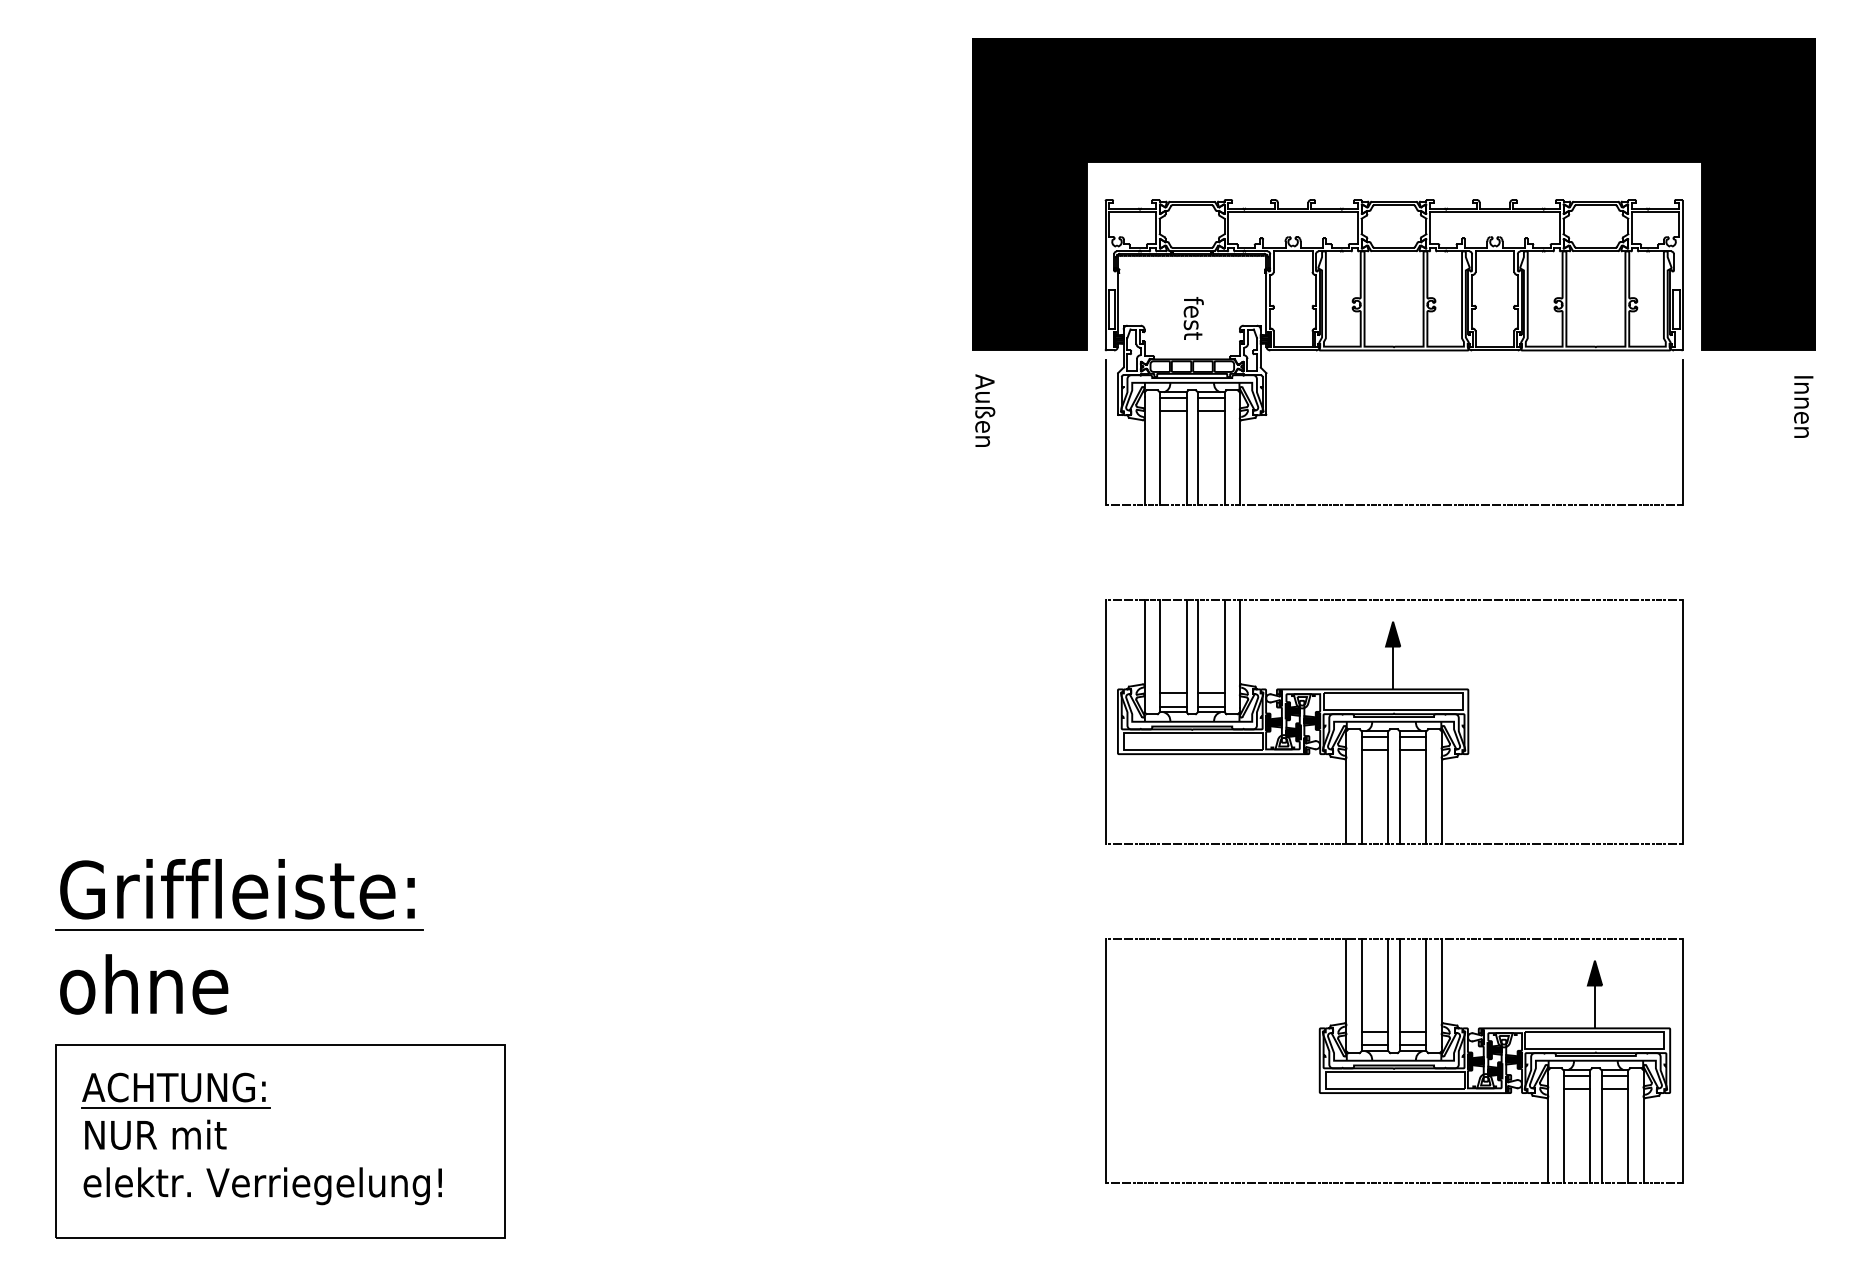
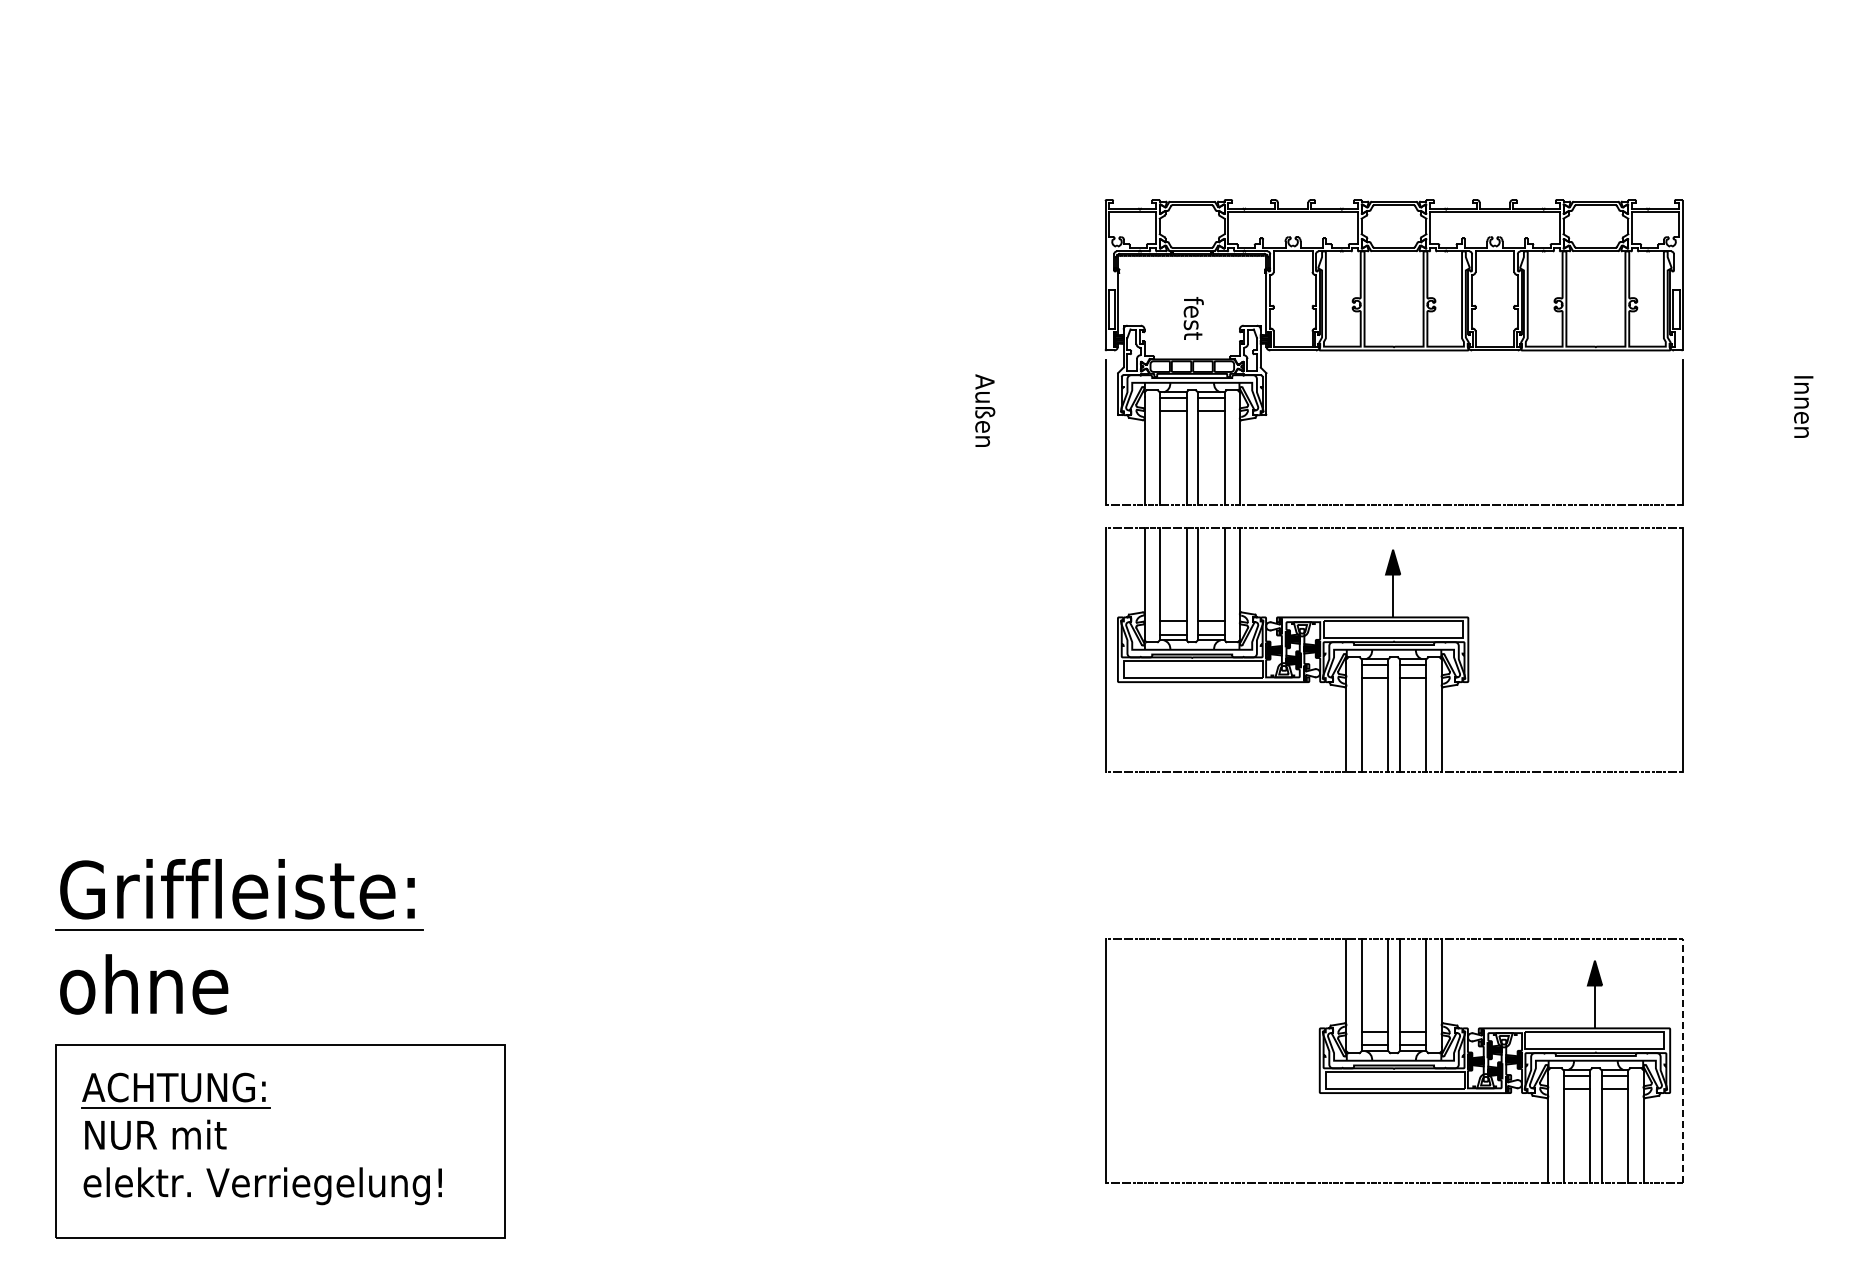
part at (1393, 162): present -> none
part at (1394, 721) position: (1394, 721) -> (1394, 649)
line at (1682, 1060): solid -> dashed
